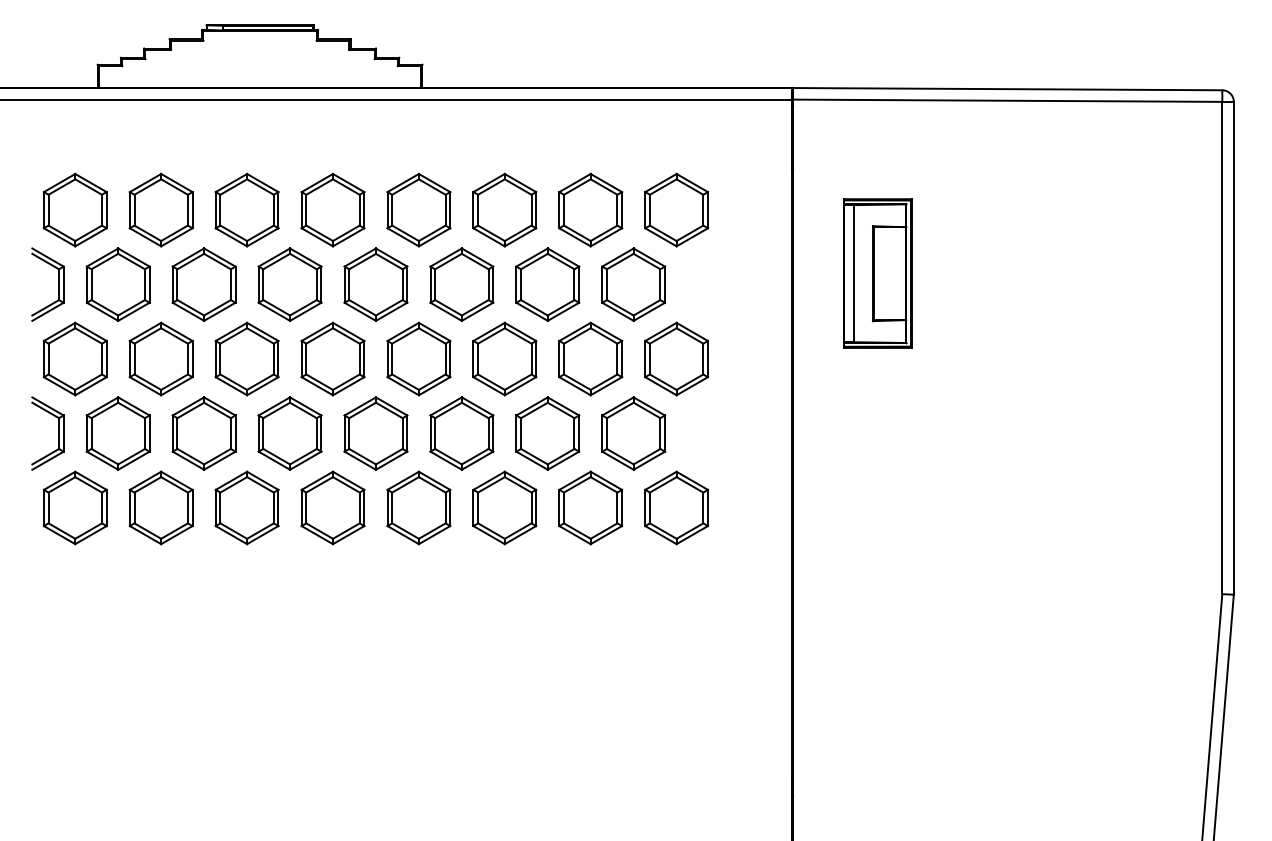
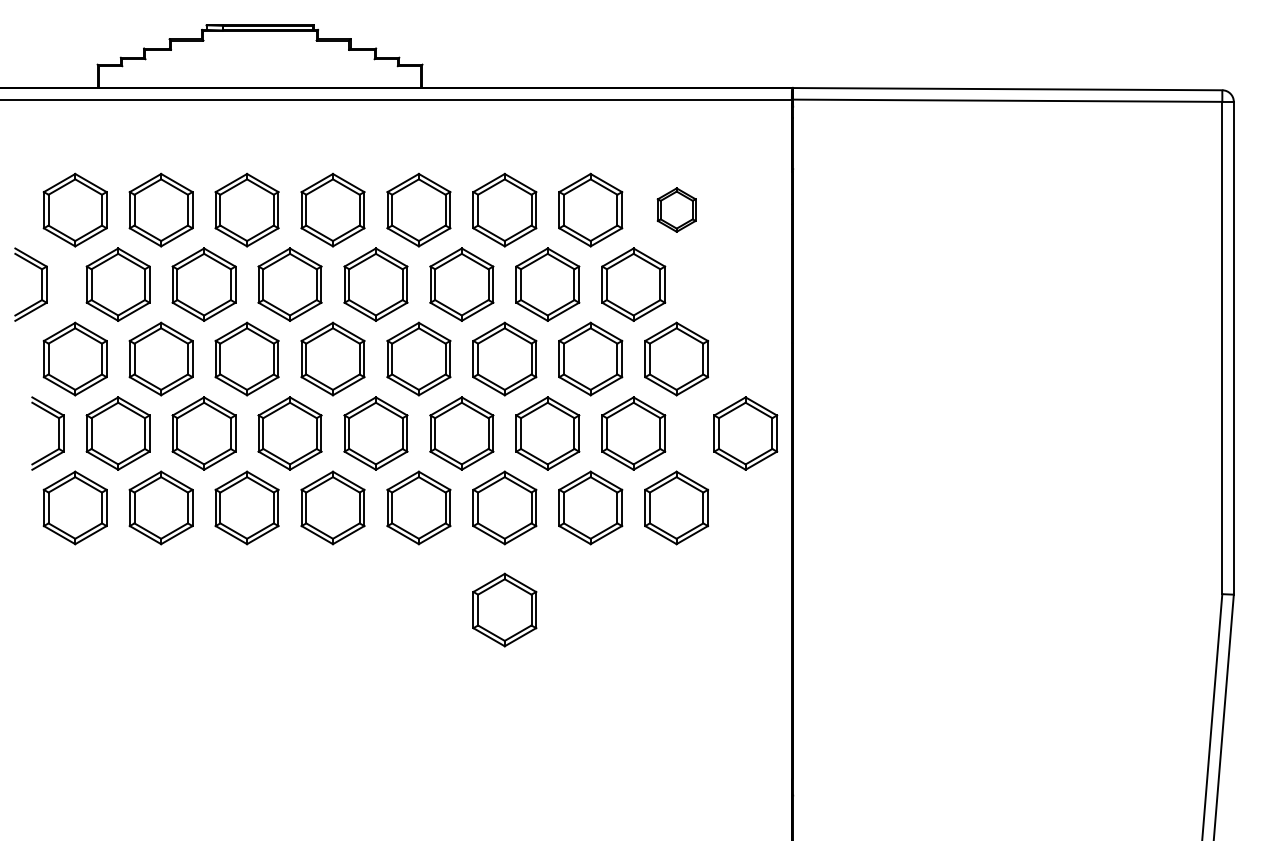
part at (676, 209) size: 66x76 px -> 41x46 px
part at (877, 273): present -> none
part at (58, 284) position: (58, 284) -> (41, 284)
part at (745, 433): none -> present
part at (504, 609): none -> present
